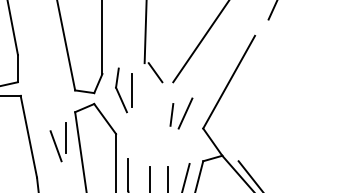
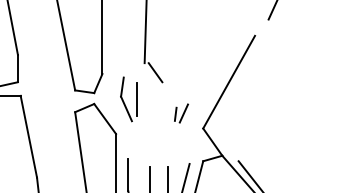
line at (200, 42): present -> none
part at (123, 90) position: (123, 90) -> (128, 99)
part at (181, 113) size: 25x33 px -> 15x21 px
part at (57, 142): present -> none
